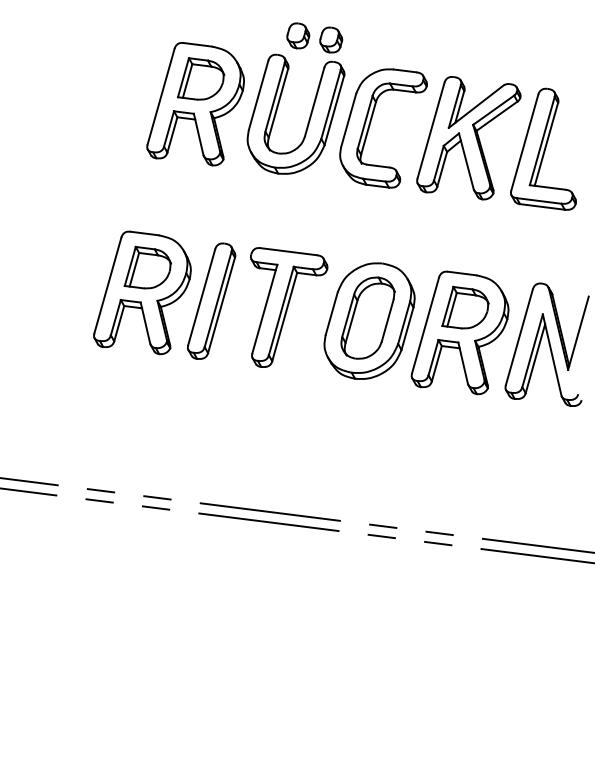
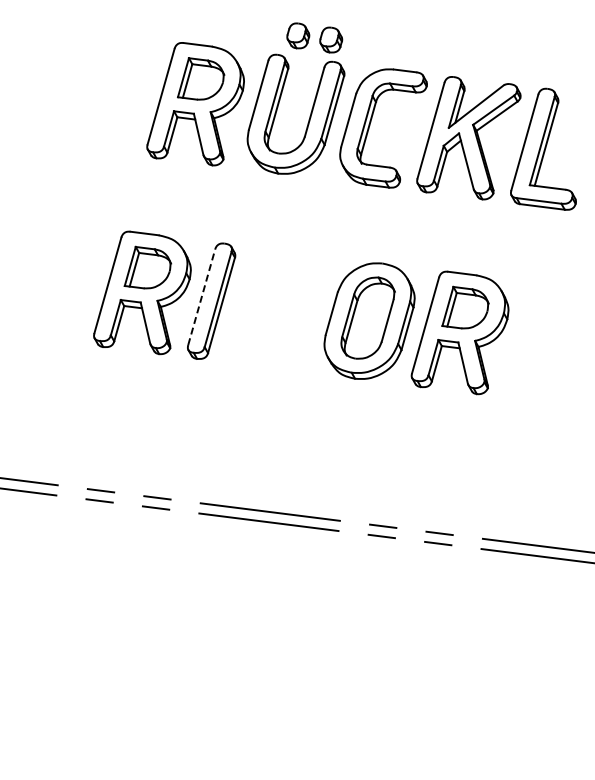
line at (201, 297): solid -> dashed
part at (289, 307): present -> none
part at (546, 344): present -> none
